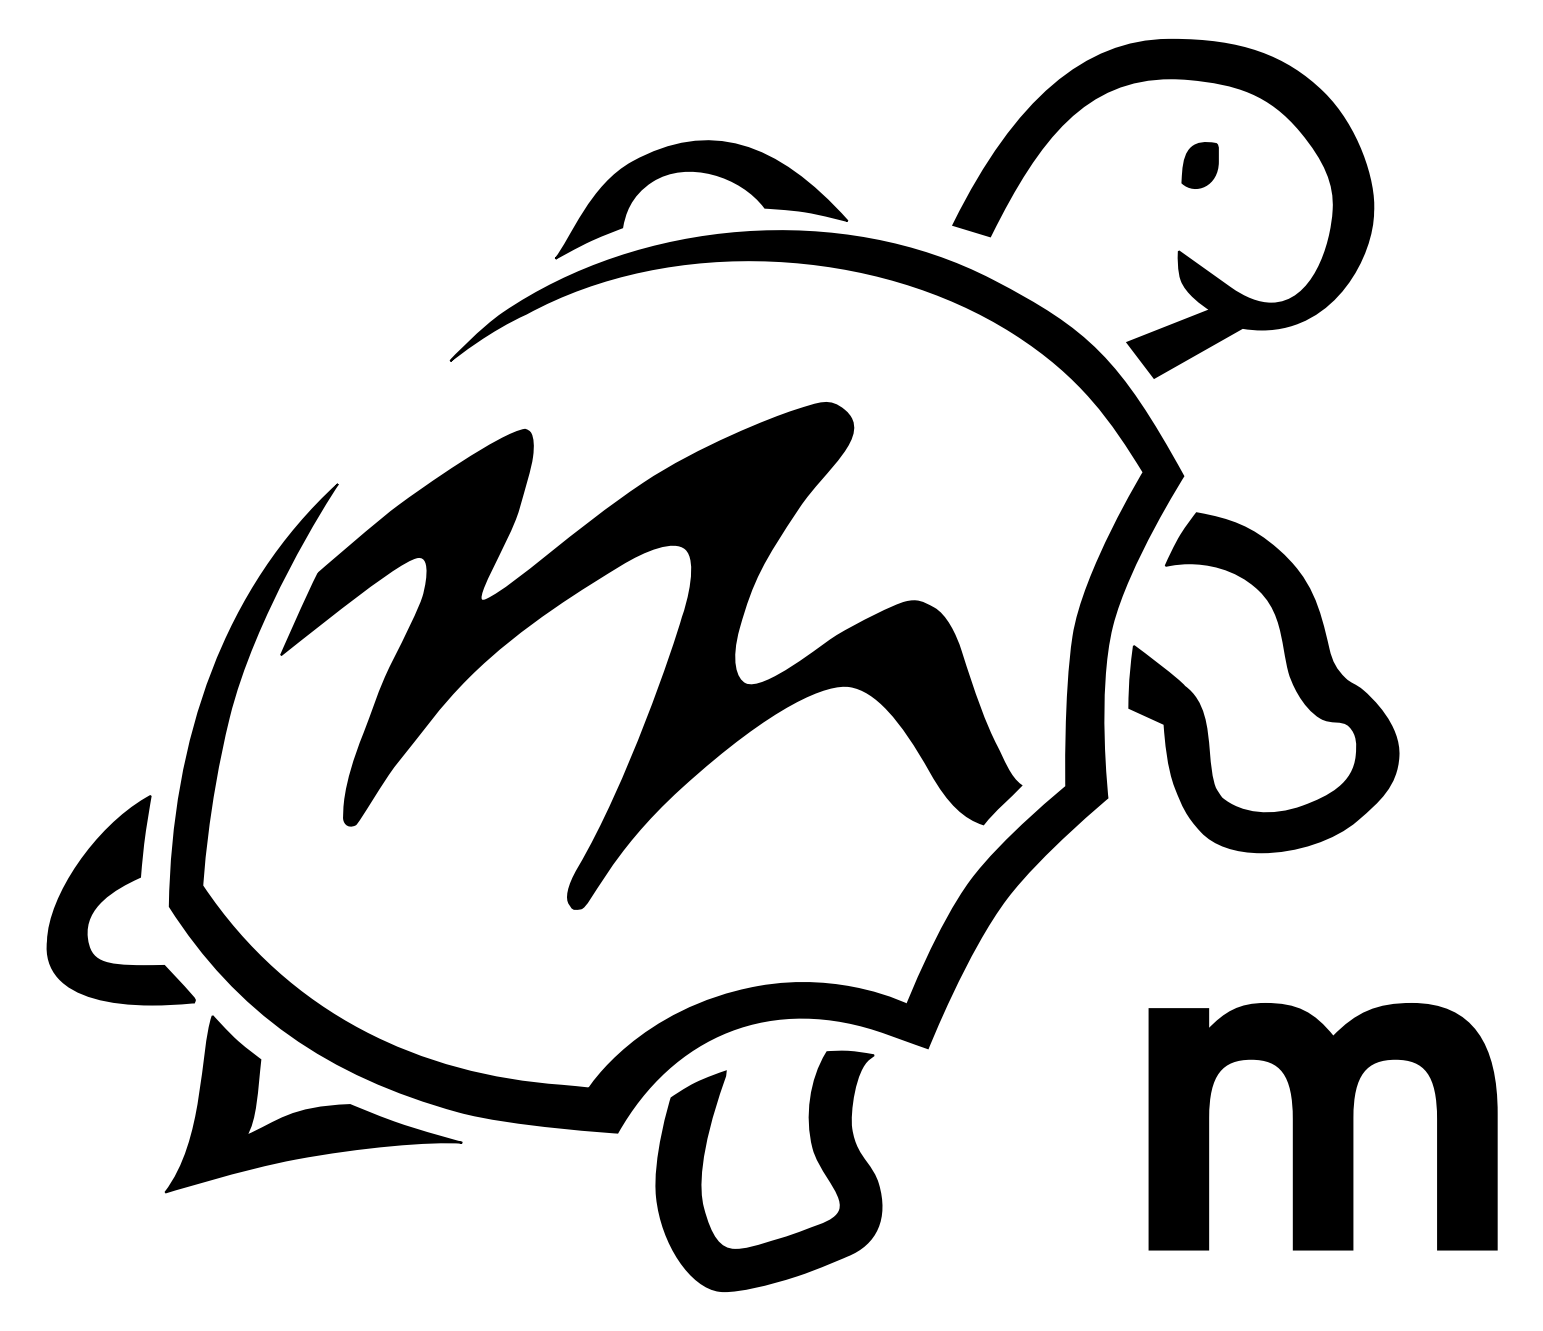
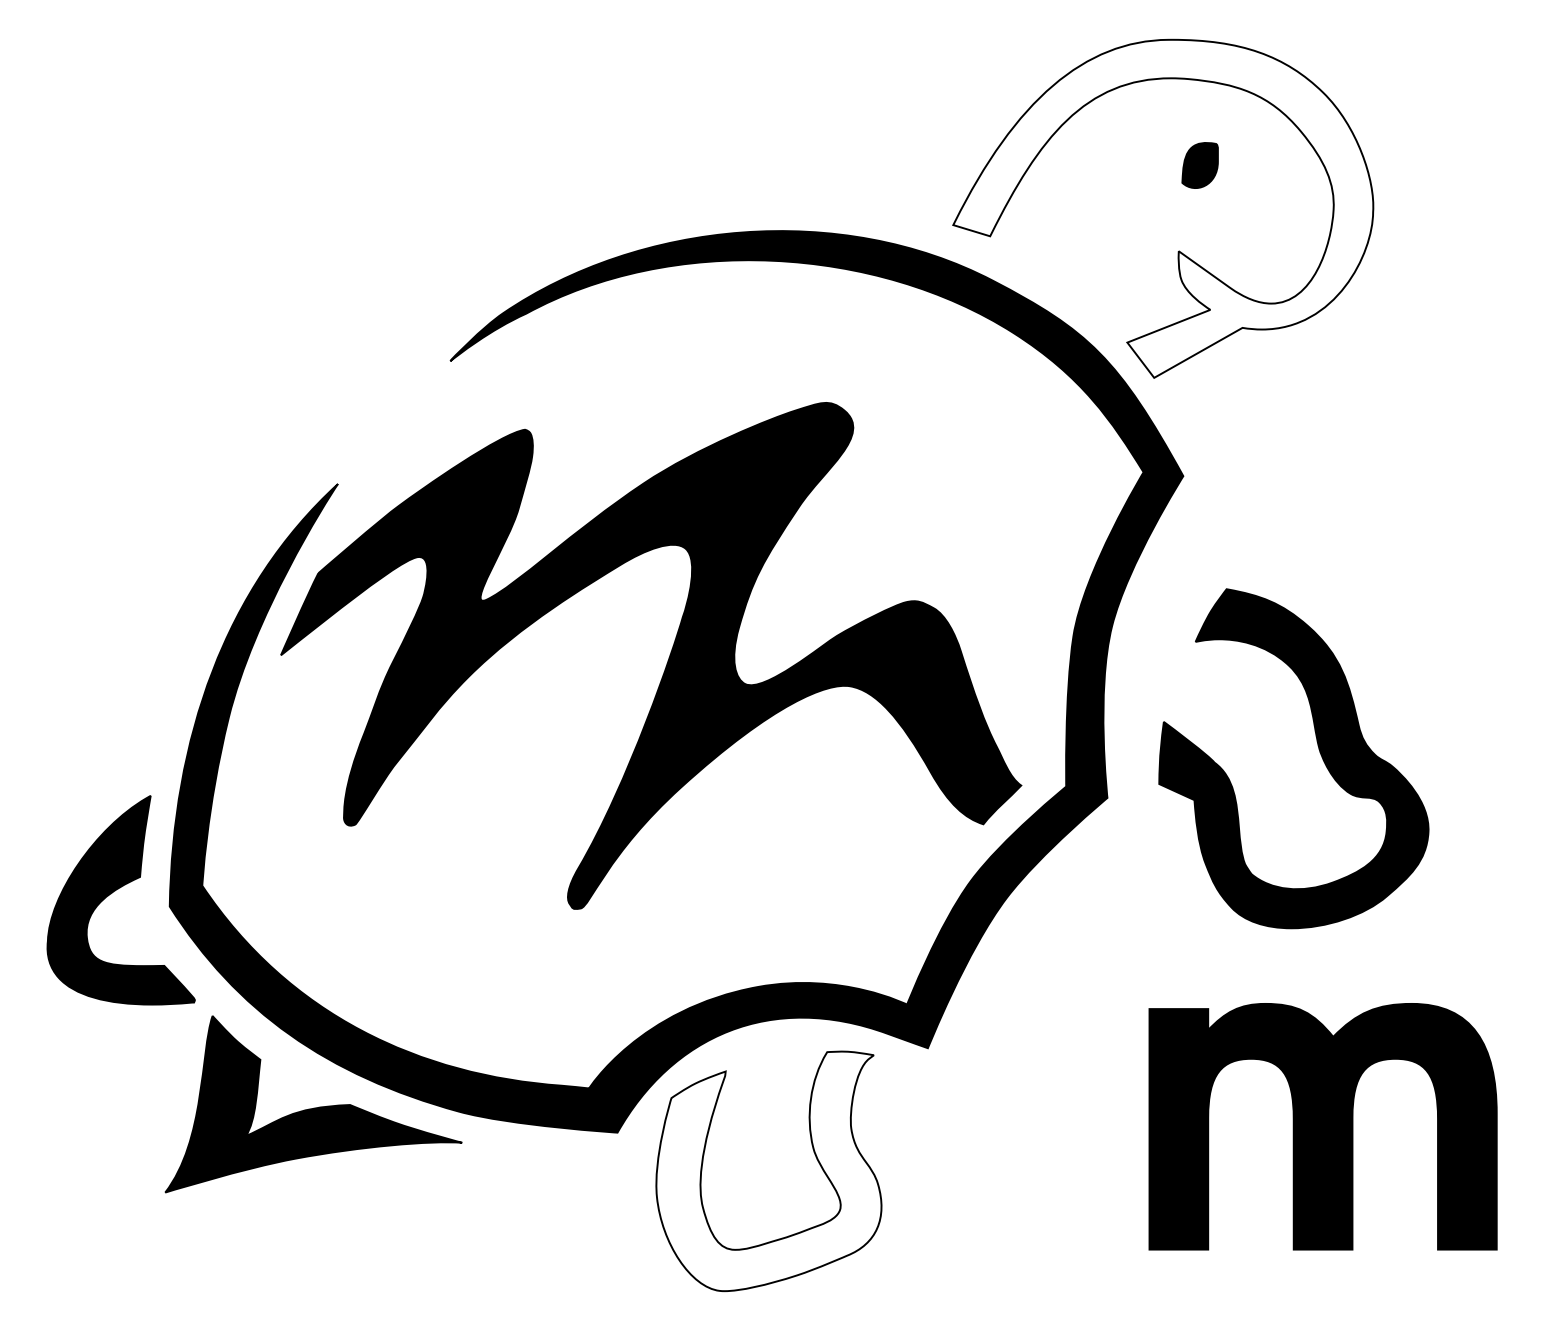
part at (704, 173): present -> none
fill at (1163, 208): present -> none
part at (1288, 673) position: (1288, 673) -> (1318, 749)
fill at (768, 1171): present -> none
